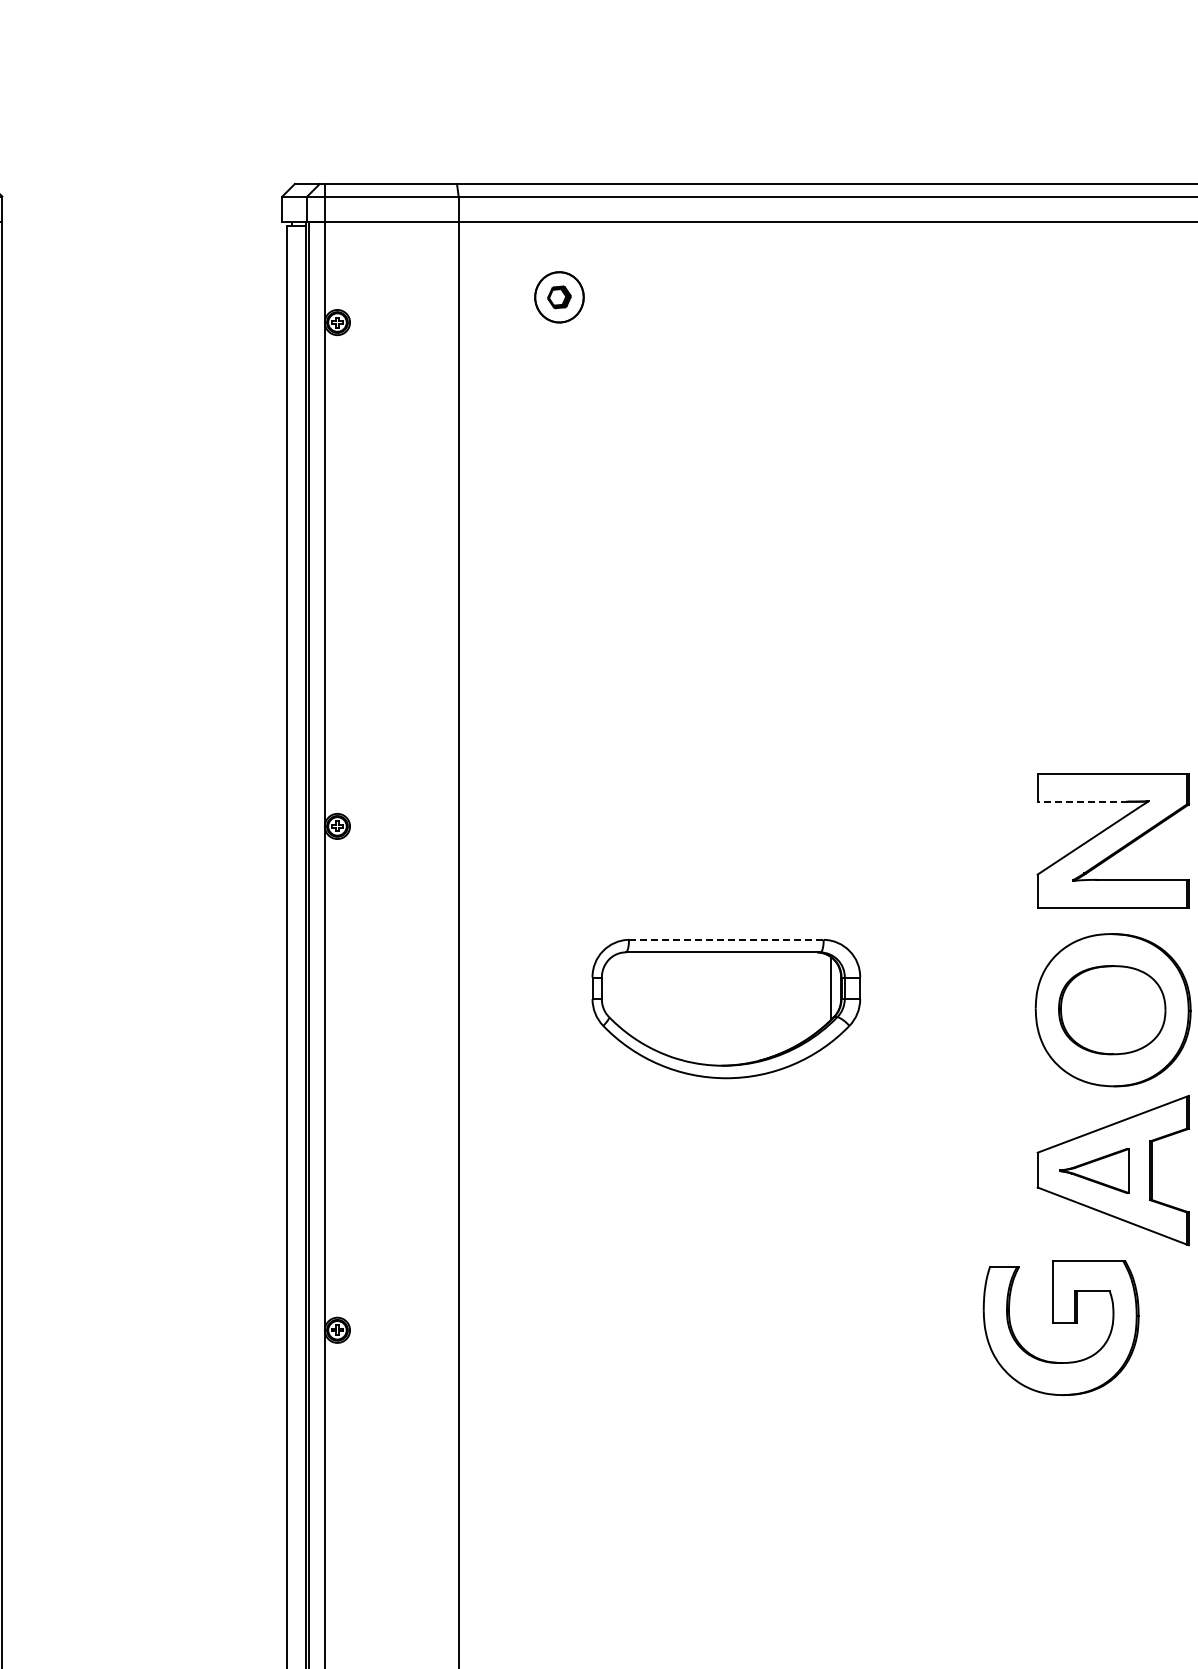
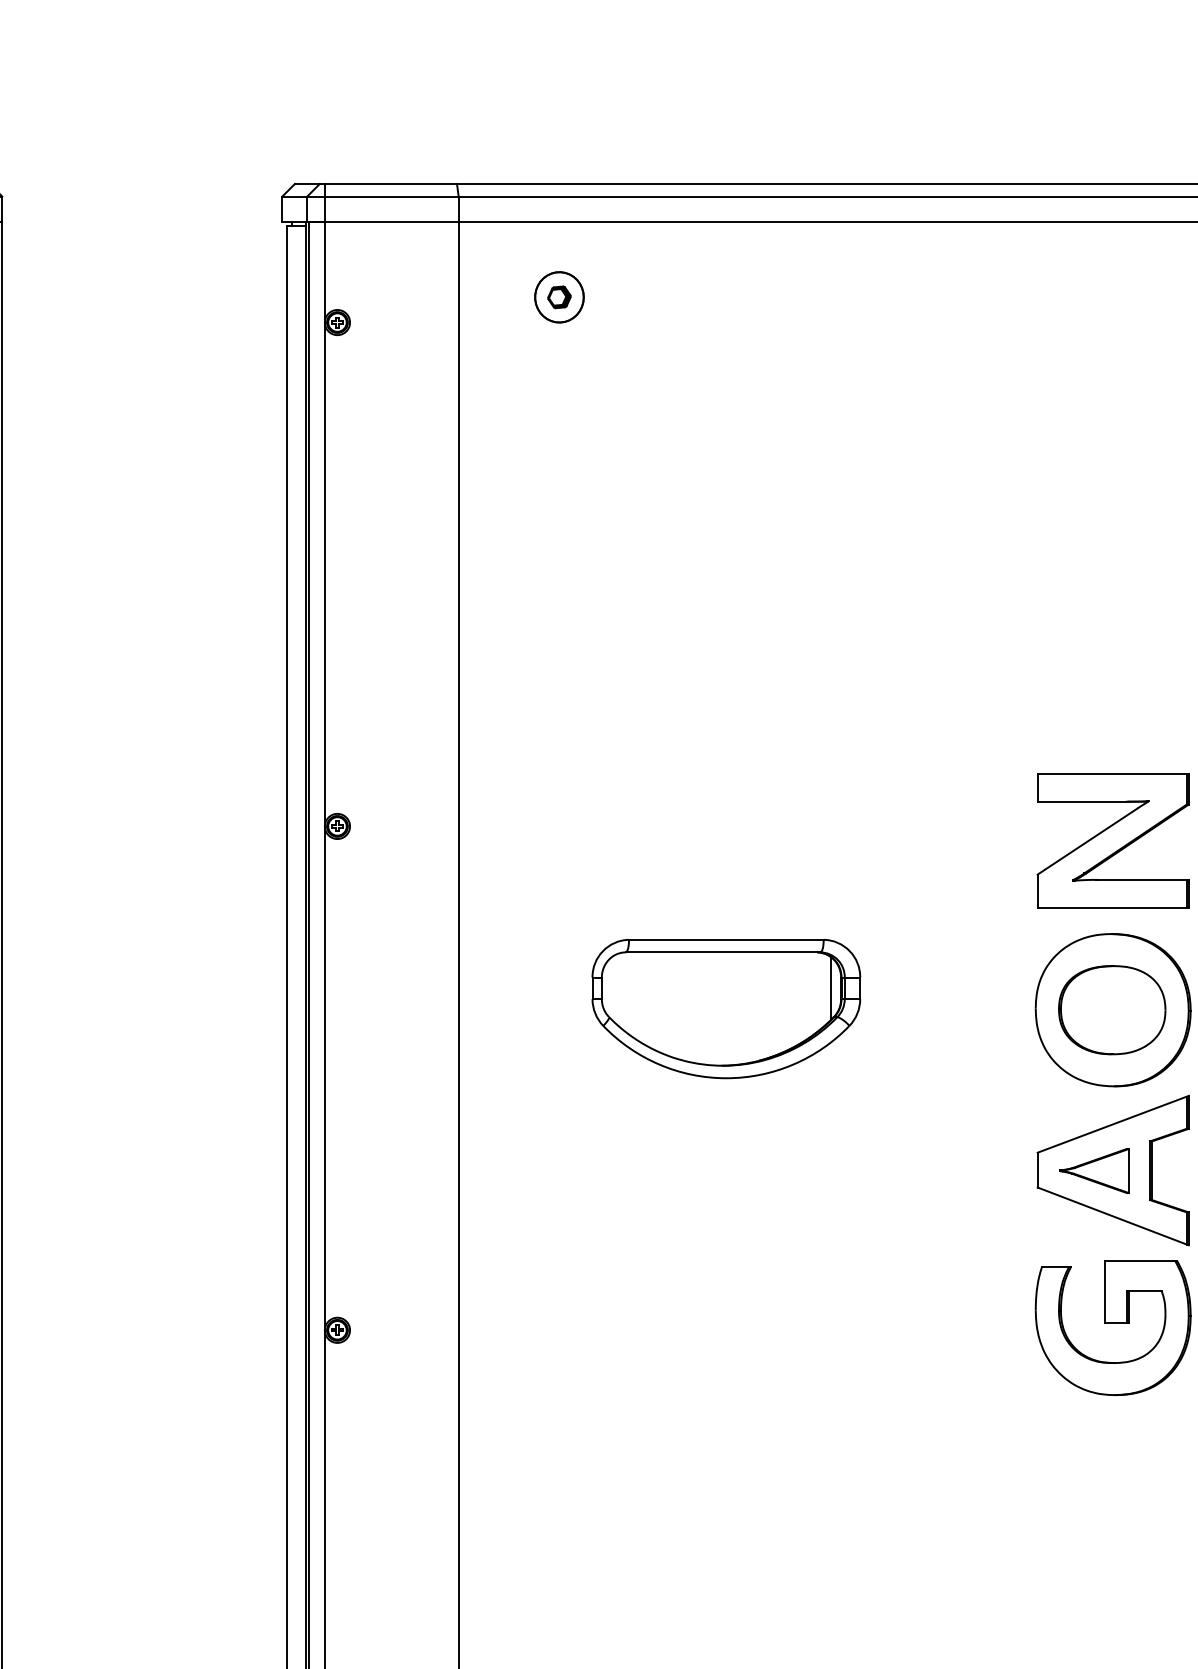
line at (1082, 801): dashed -> solid
line at (726, 939): dashed -> solid
part at (1060, 1328) position: (1060, 1328) -> (1112, 1328)
